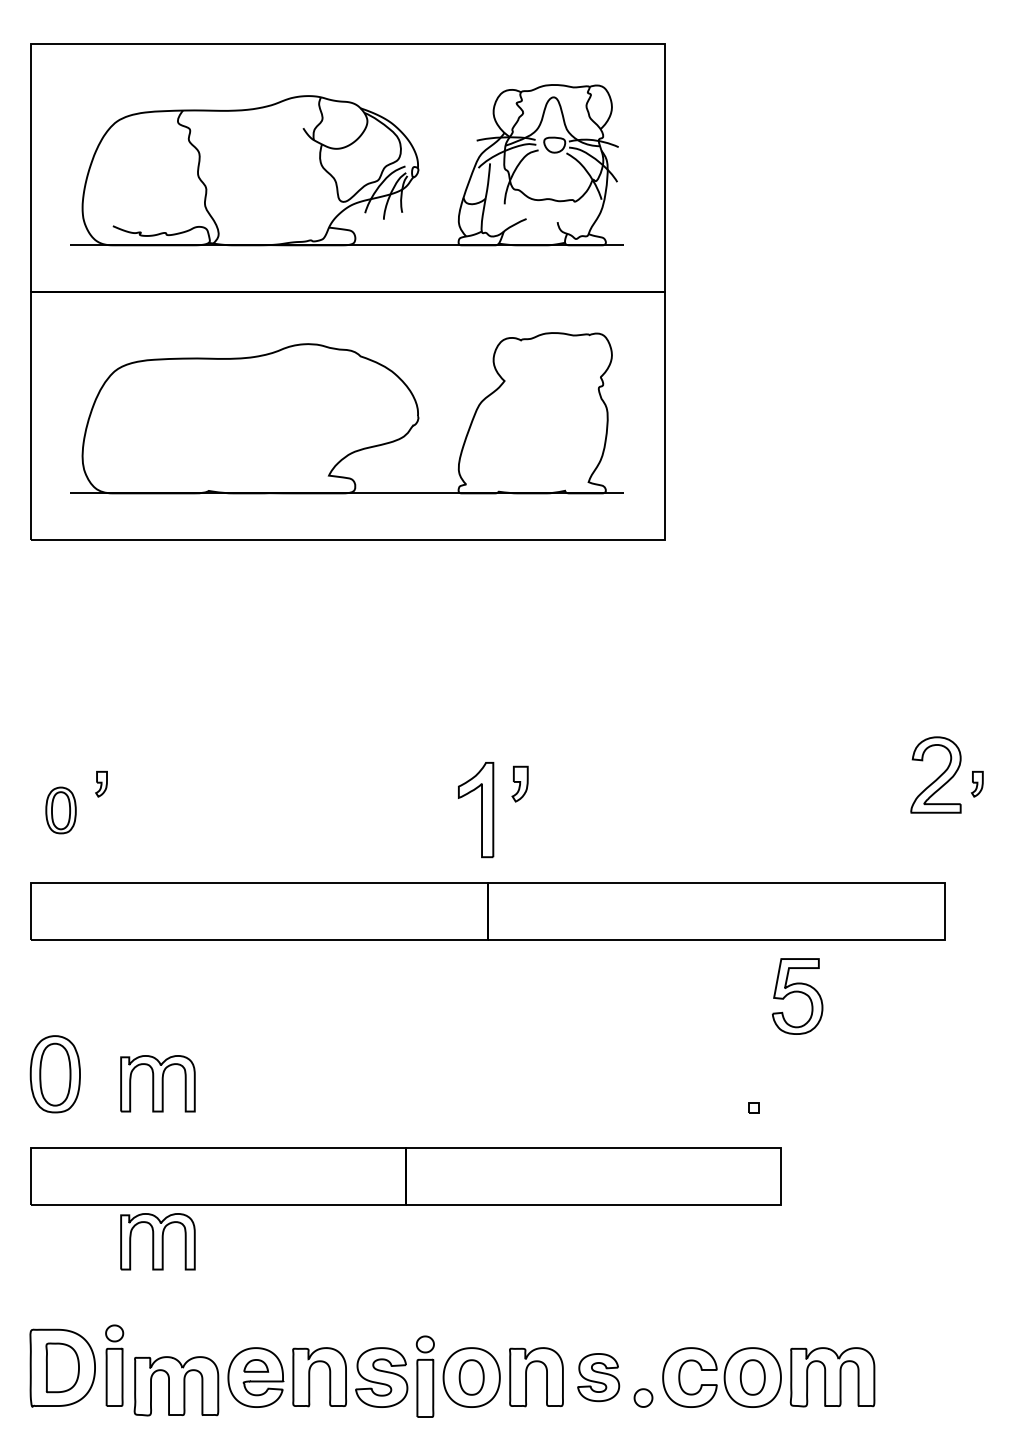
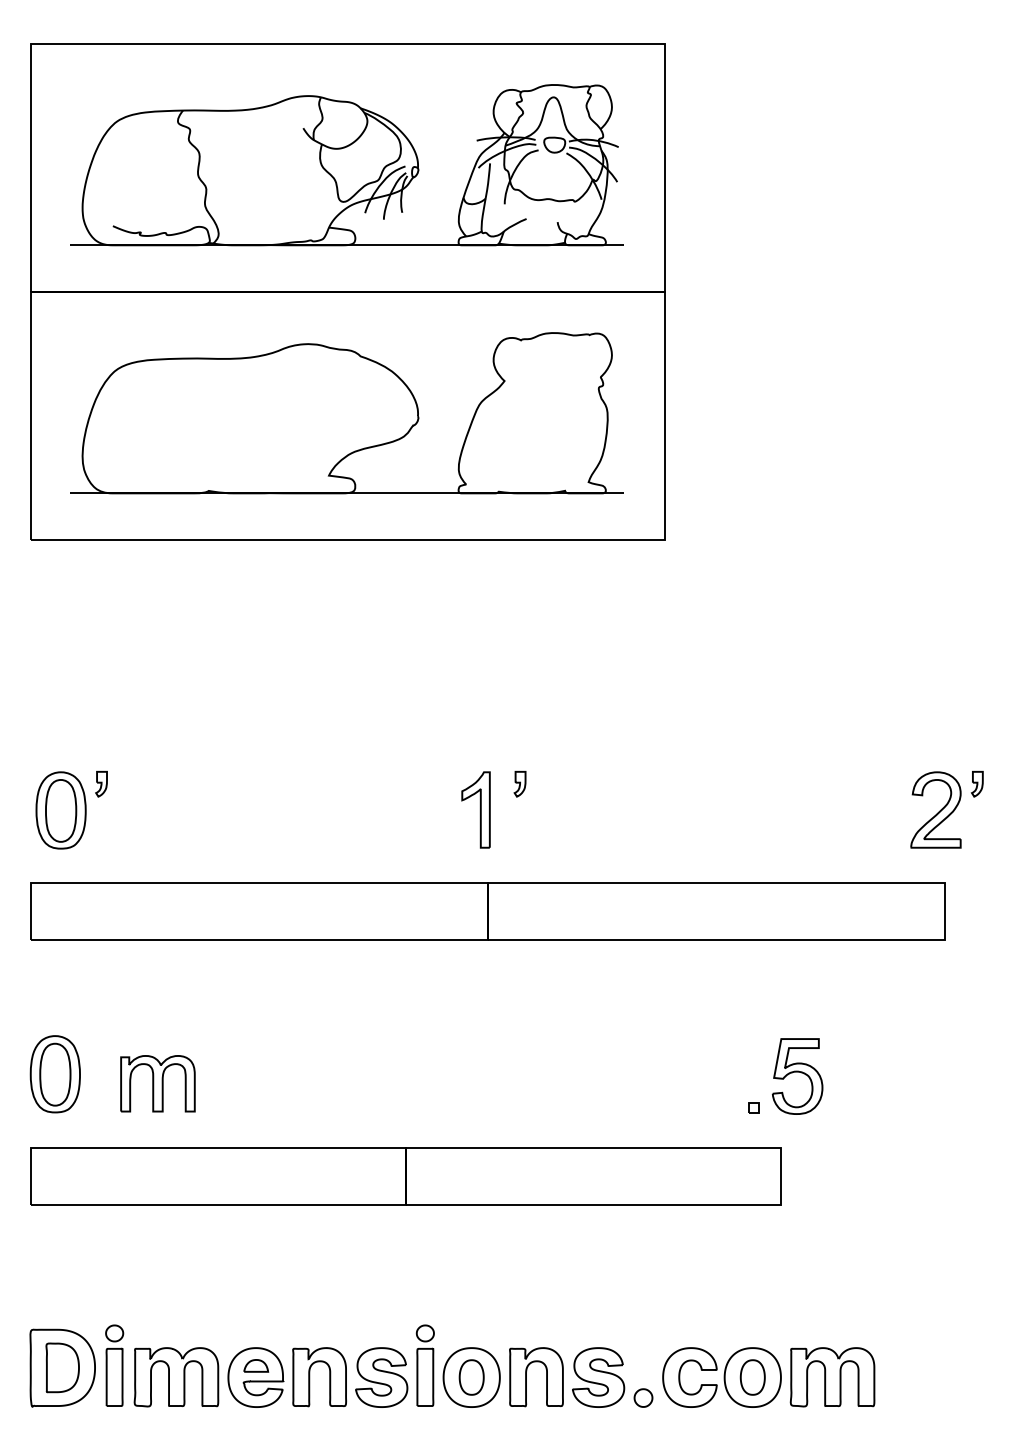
part at (935, 774) position: (935, 774) -> (935, 809)
part at (519, 783) size: 18x38 px -> 14x27 px
part at (60, 810) size: 32x49 px -> 52x79 px
part at (476, 810) size: 37x97 px -> 30x78 px
part at (797, 996) position: (797, 996) -> (797, 1076)
part at (157, 1241): present -> none
part at (424, 1376) position: (424, 1376) -> (424, 1365)
part at (598, 1377) size: 44x50 px -> 54x61 px
part at (176, 1386) position: (176, 1386) -> (176, 1377)
